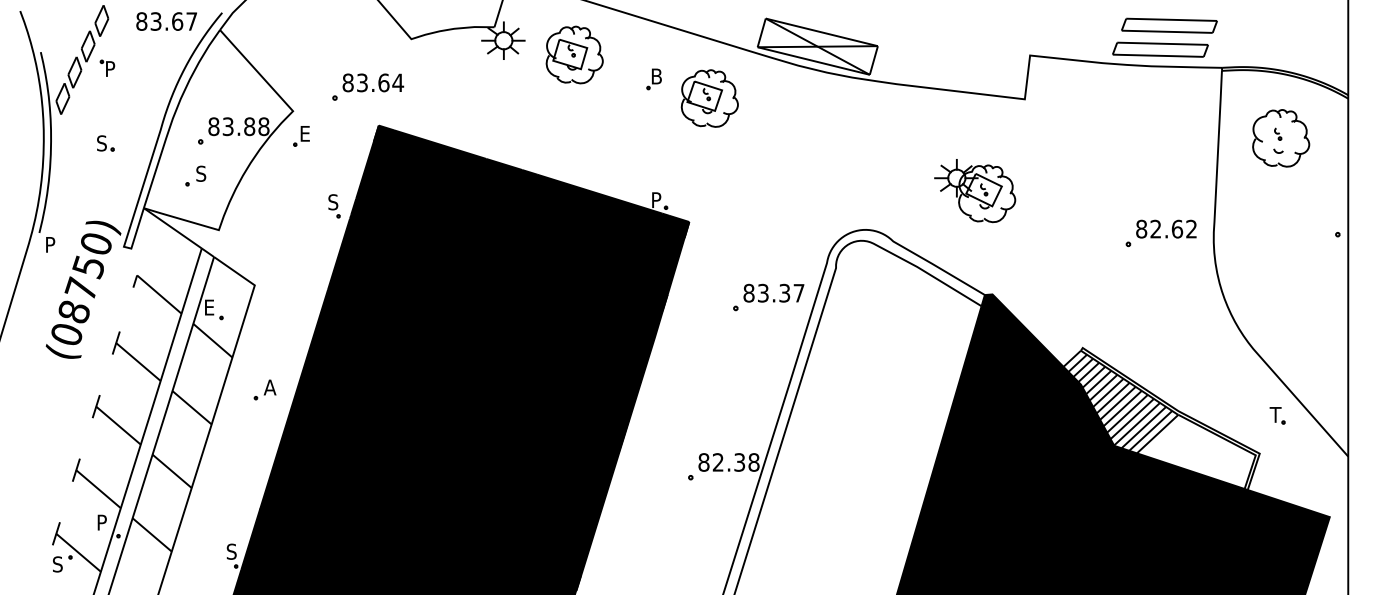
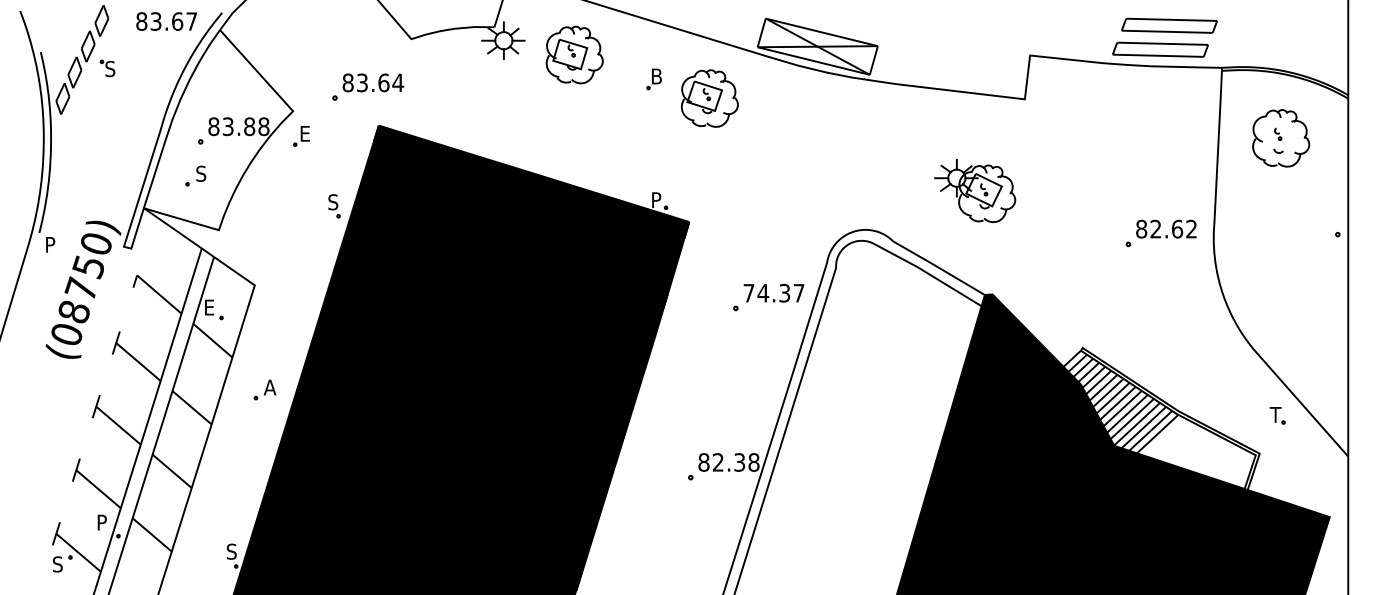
text at (110, 68): P -> S
part at (105, 143): present -> none
text at (756, 292): 83.37 -> 74.37
